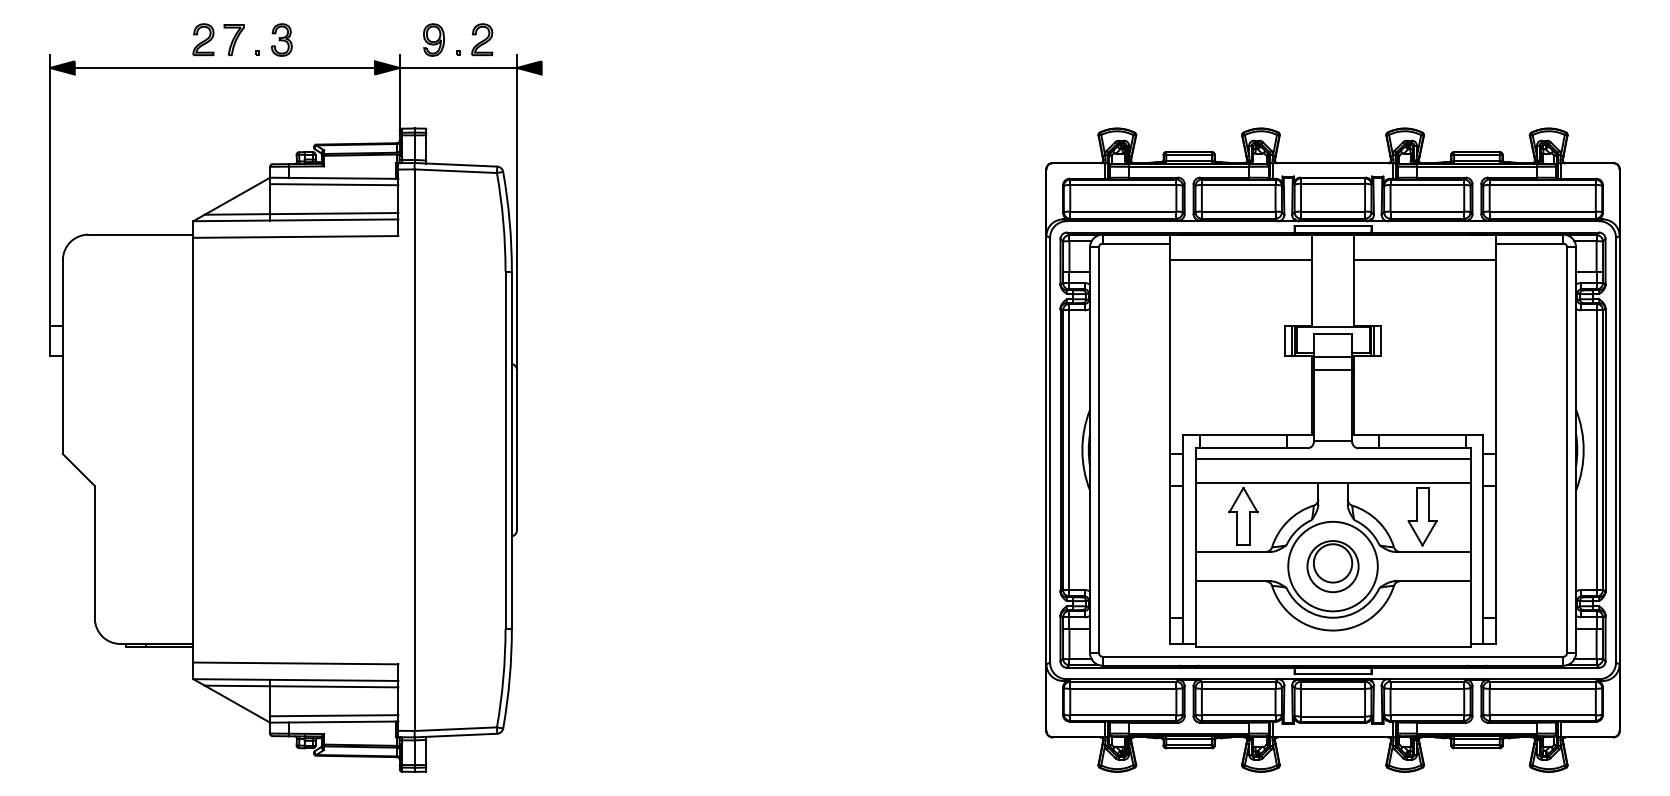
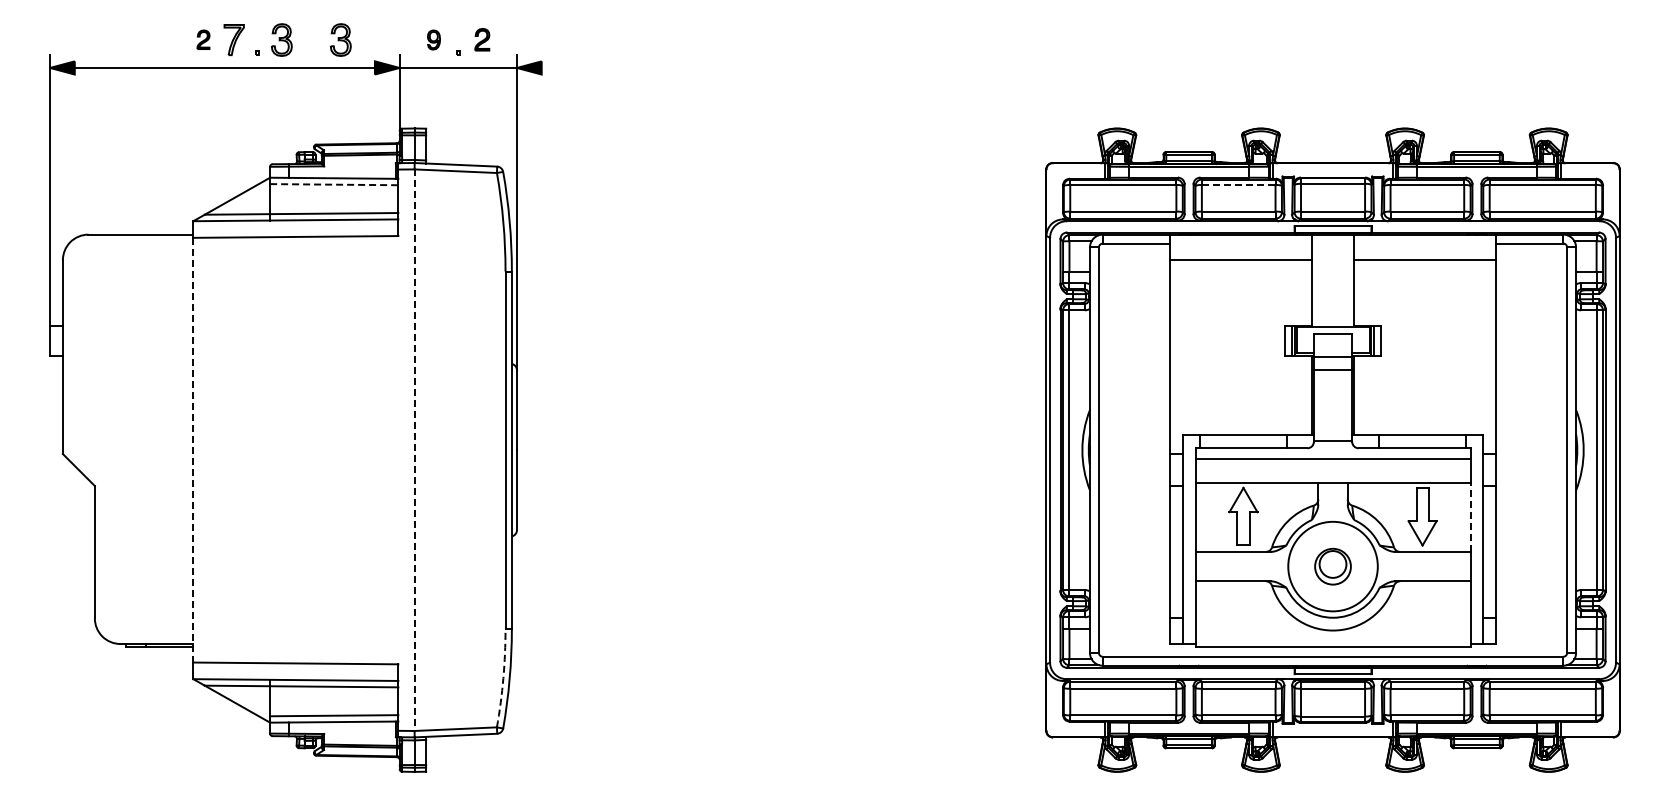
part at (203, 39) size: 23x34 px -> 15x21 px
part at (340, 39): none -> present
part at (433, 39) size: 22x34 px -> 14x22 px
part at (482, 39) size: 23x34 px -> 17x24 px
line at (334, 184): solid -> dashed
line at (1238, 184): solid -> dashed
line at (193, 449): solid -> dashed
line at (414, 450): solid -> dashed
line at (1470, 517): solid -> dashed
part at (1332, 566) size: 54x54 px -> 38x39 px
arc at (503, 678): solid -> dashed
